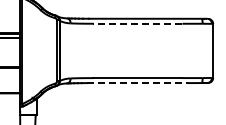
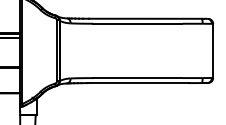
line at (137, 23): dashed -> solid
line at (138, 83): dashed -> solid
